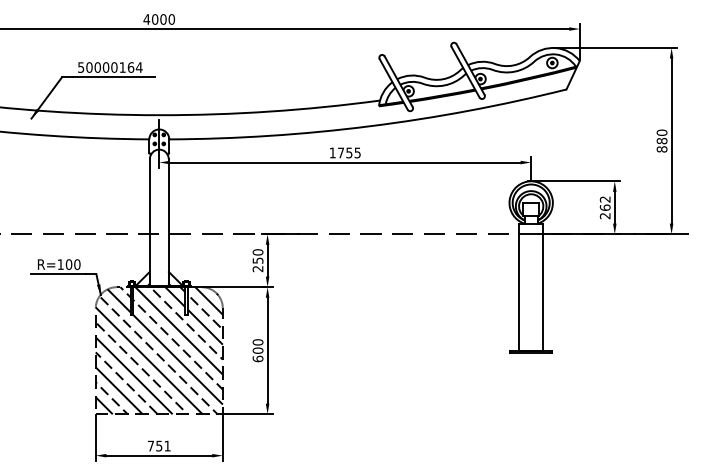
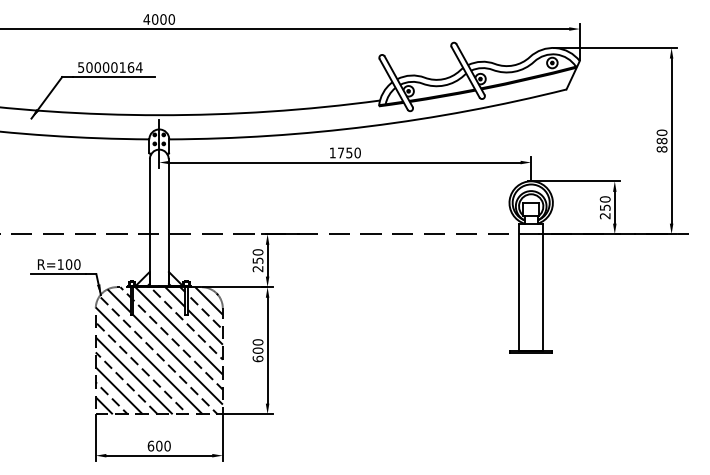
text at (357, 152): 1755 -> 1750
text at (604, 203): 262 -> 250
text at (158, 445): 751 -> 600
